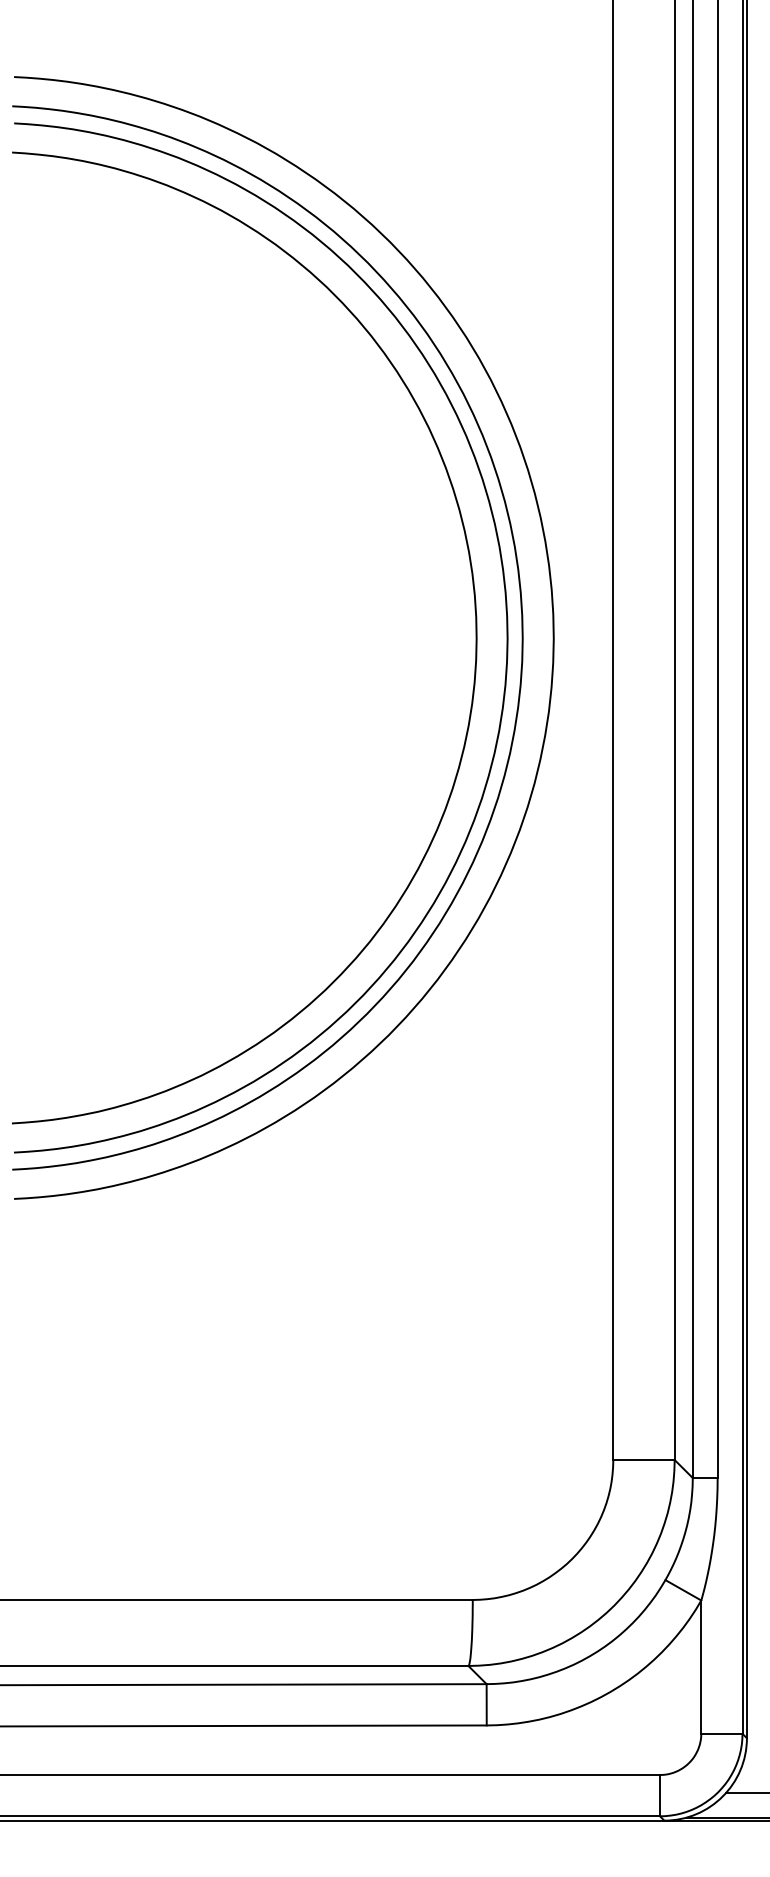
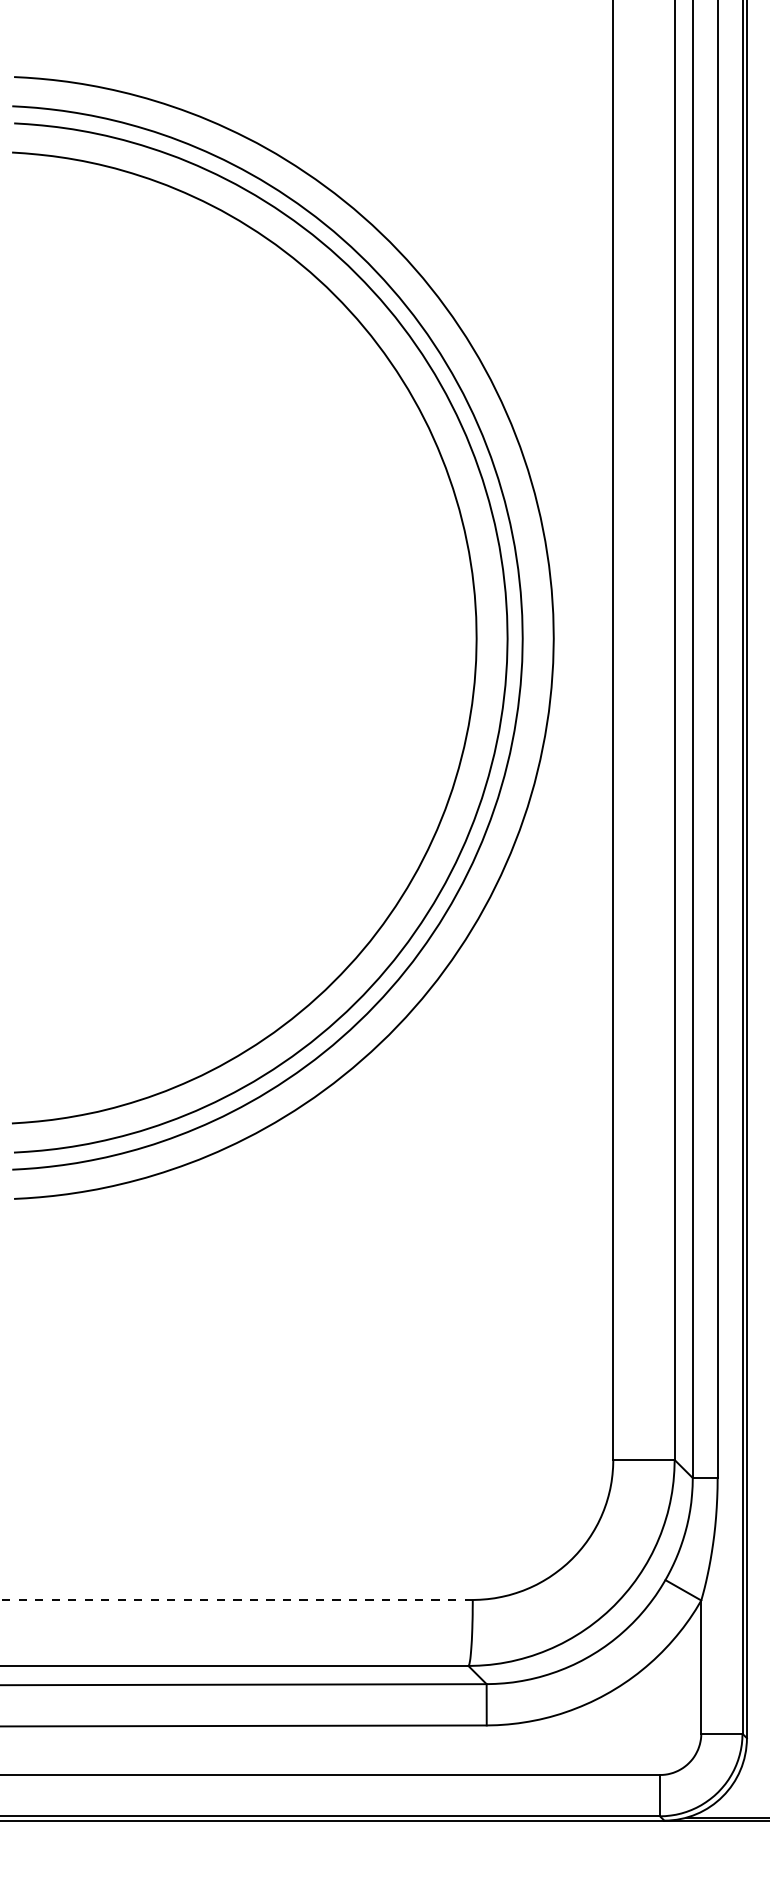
line at (236, 1600): solid -> dashed
line at (745, 1793): present -> none
